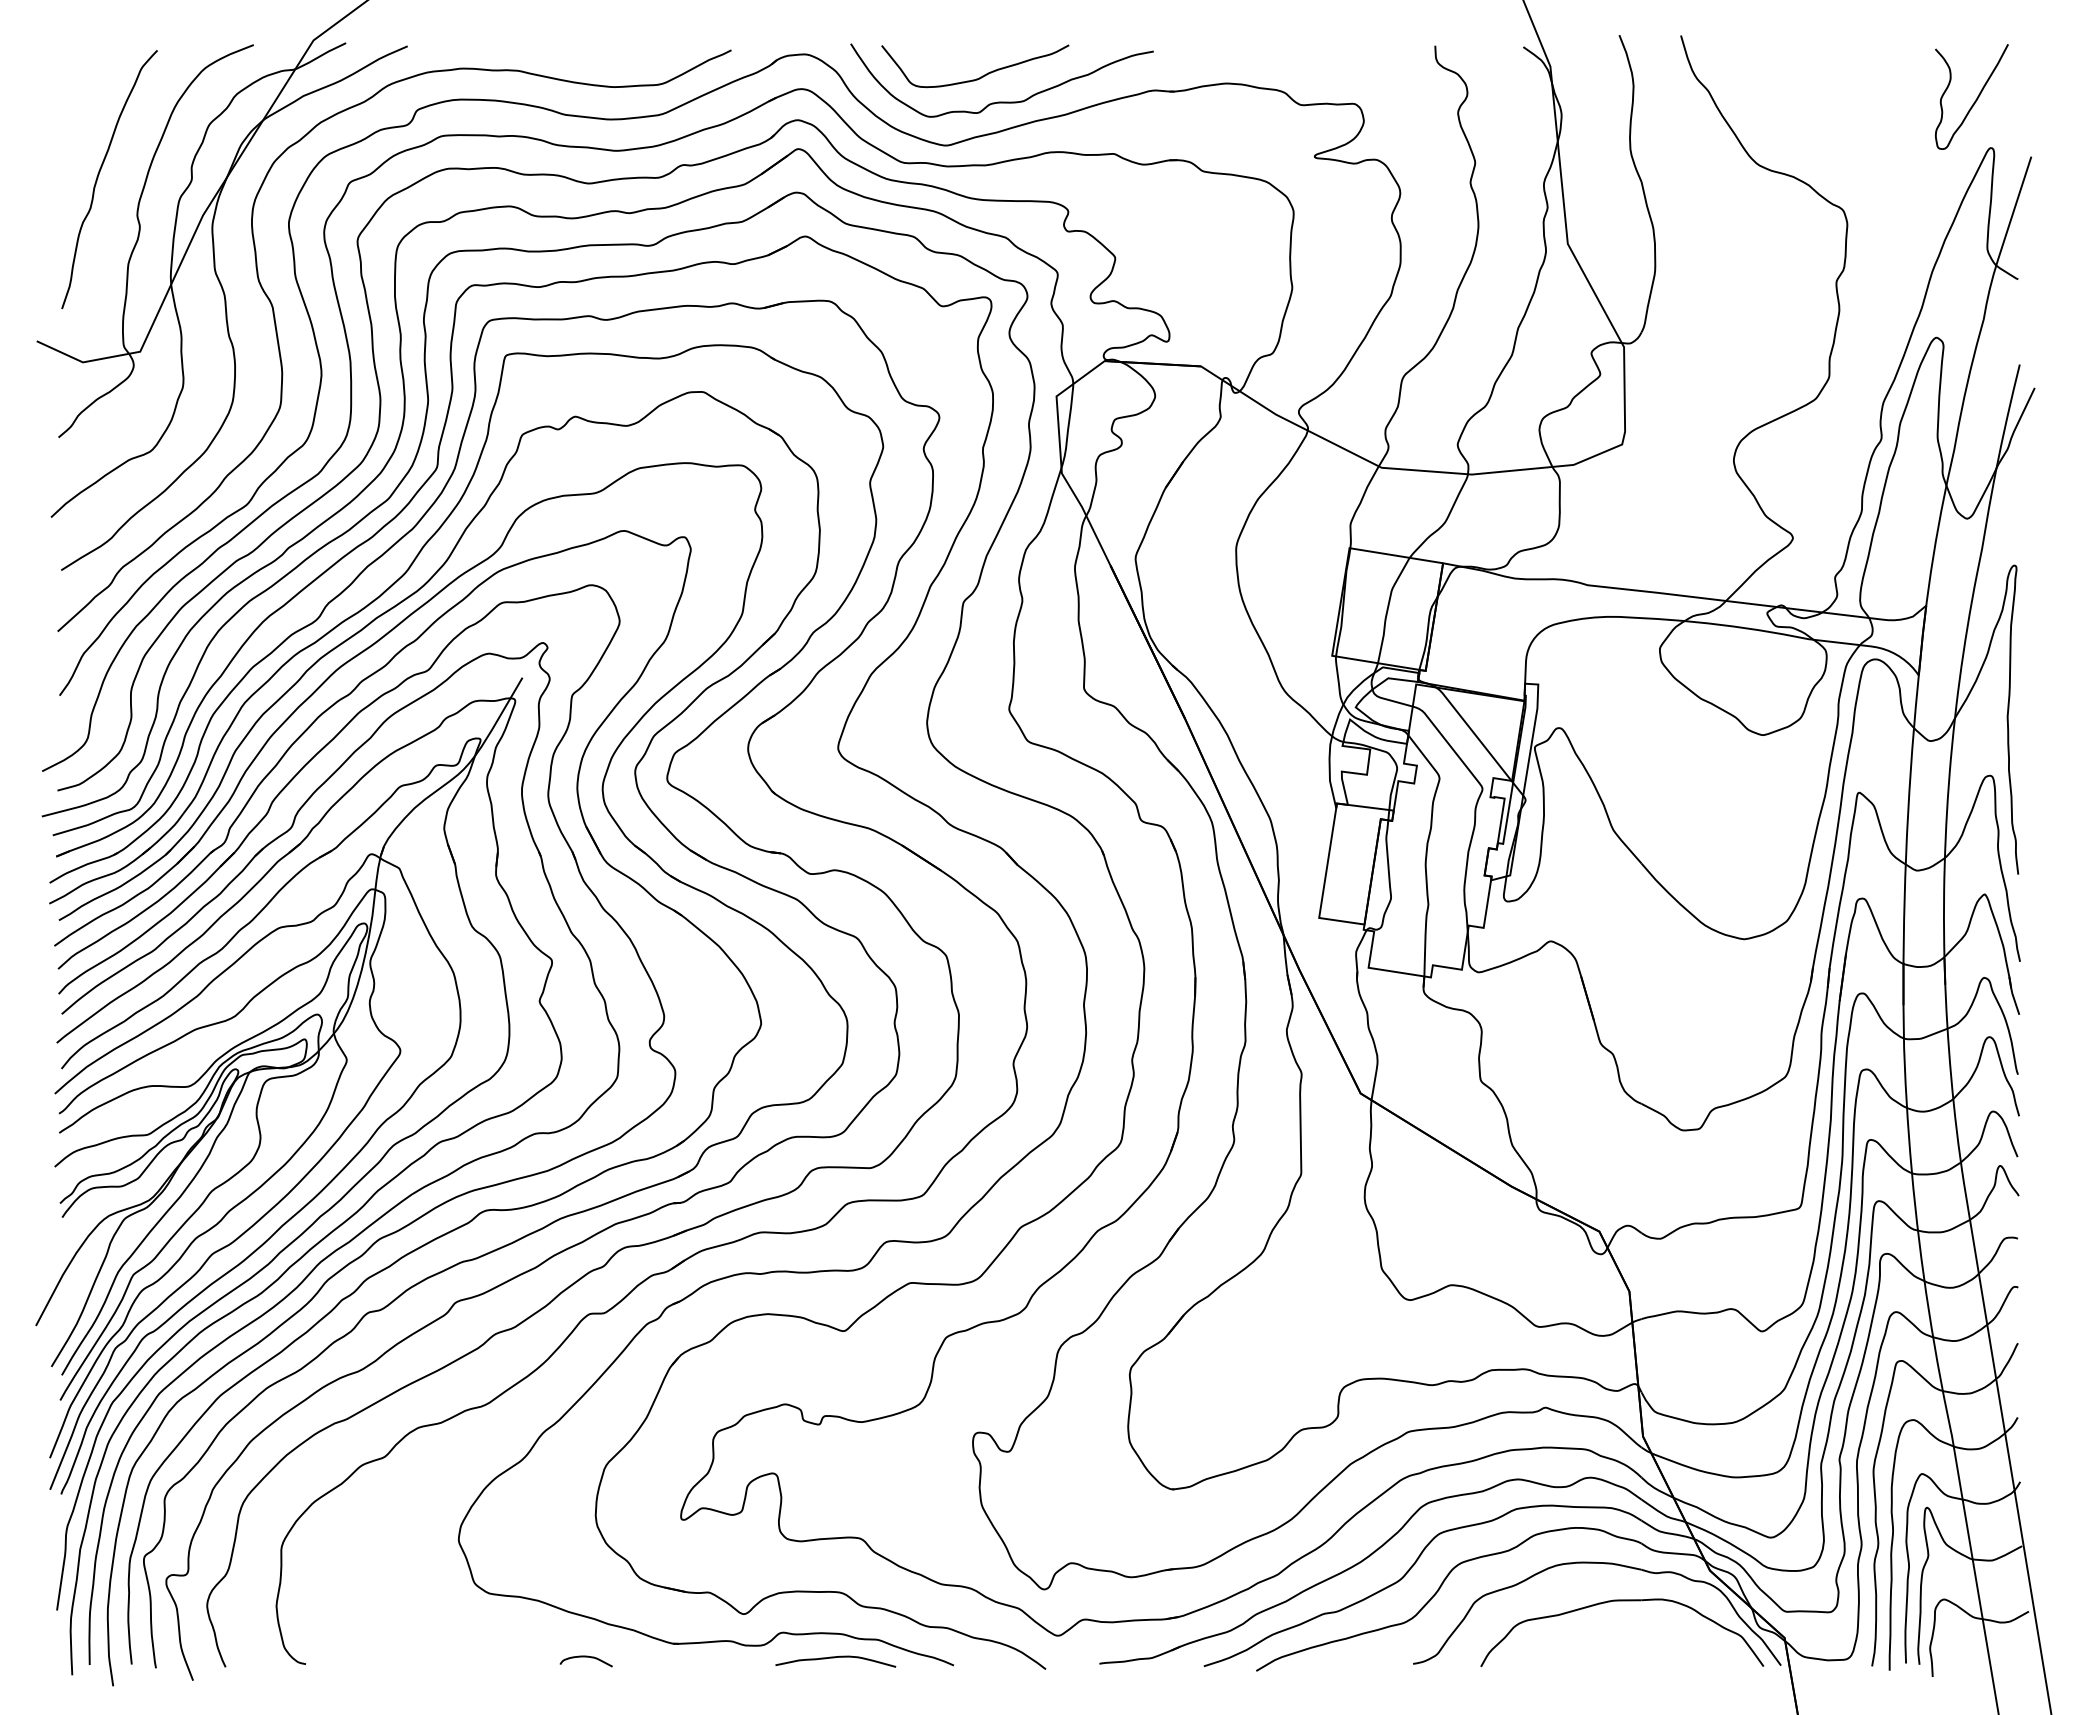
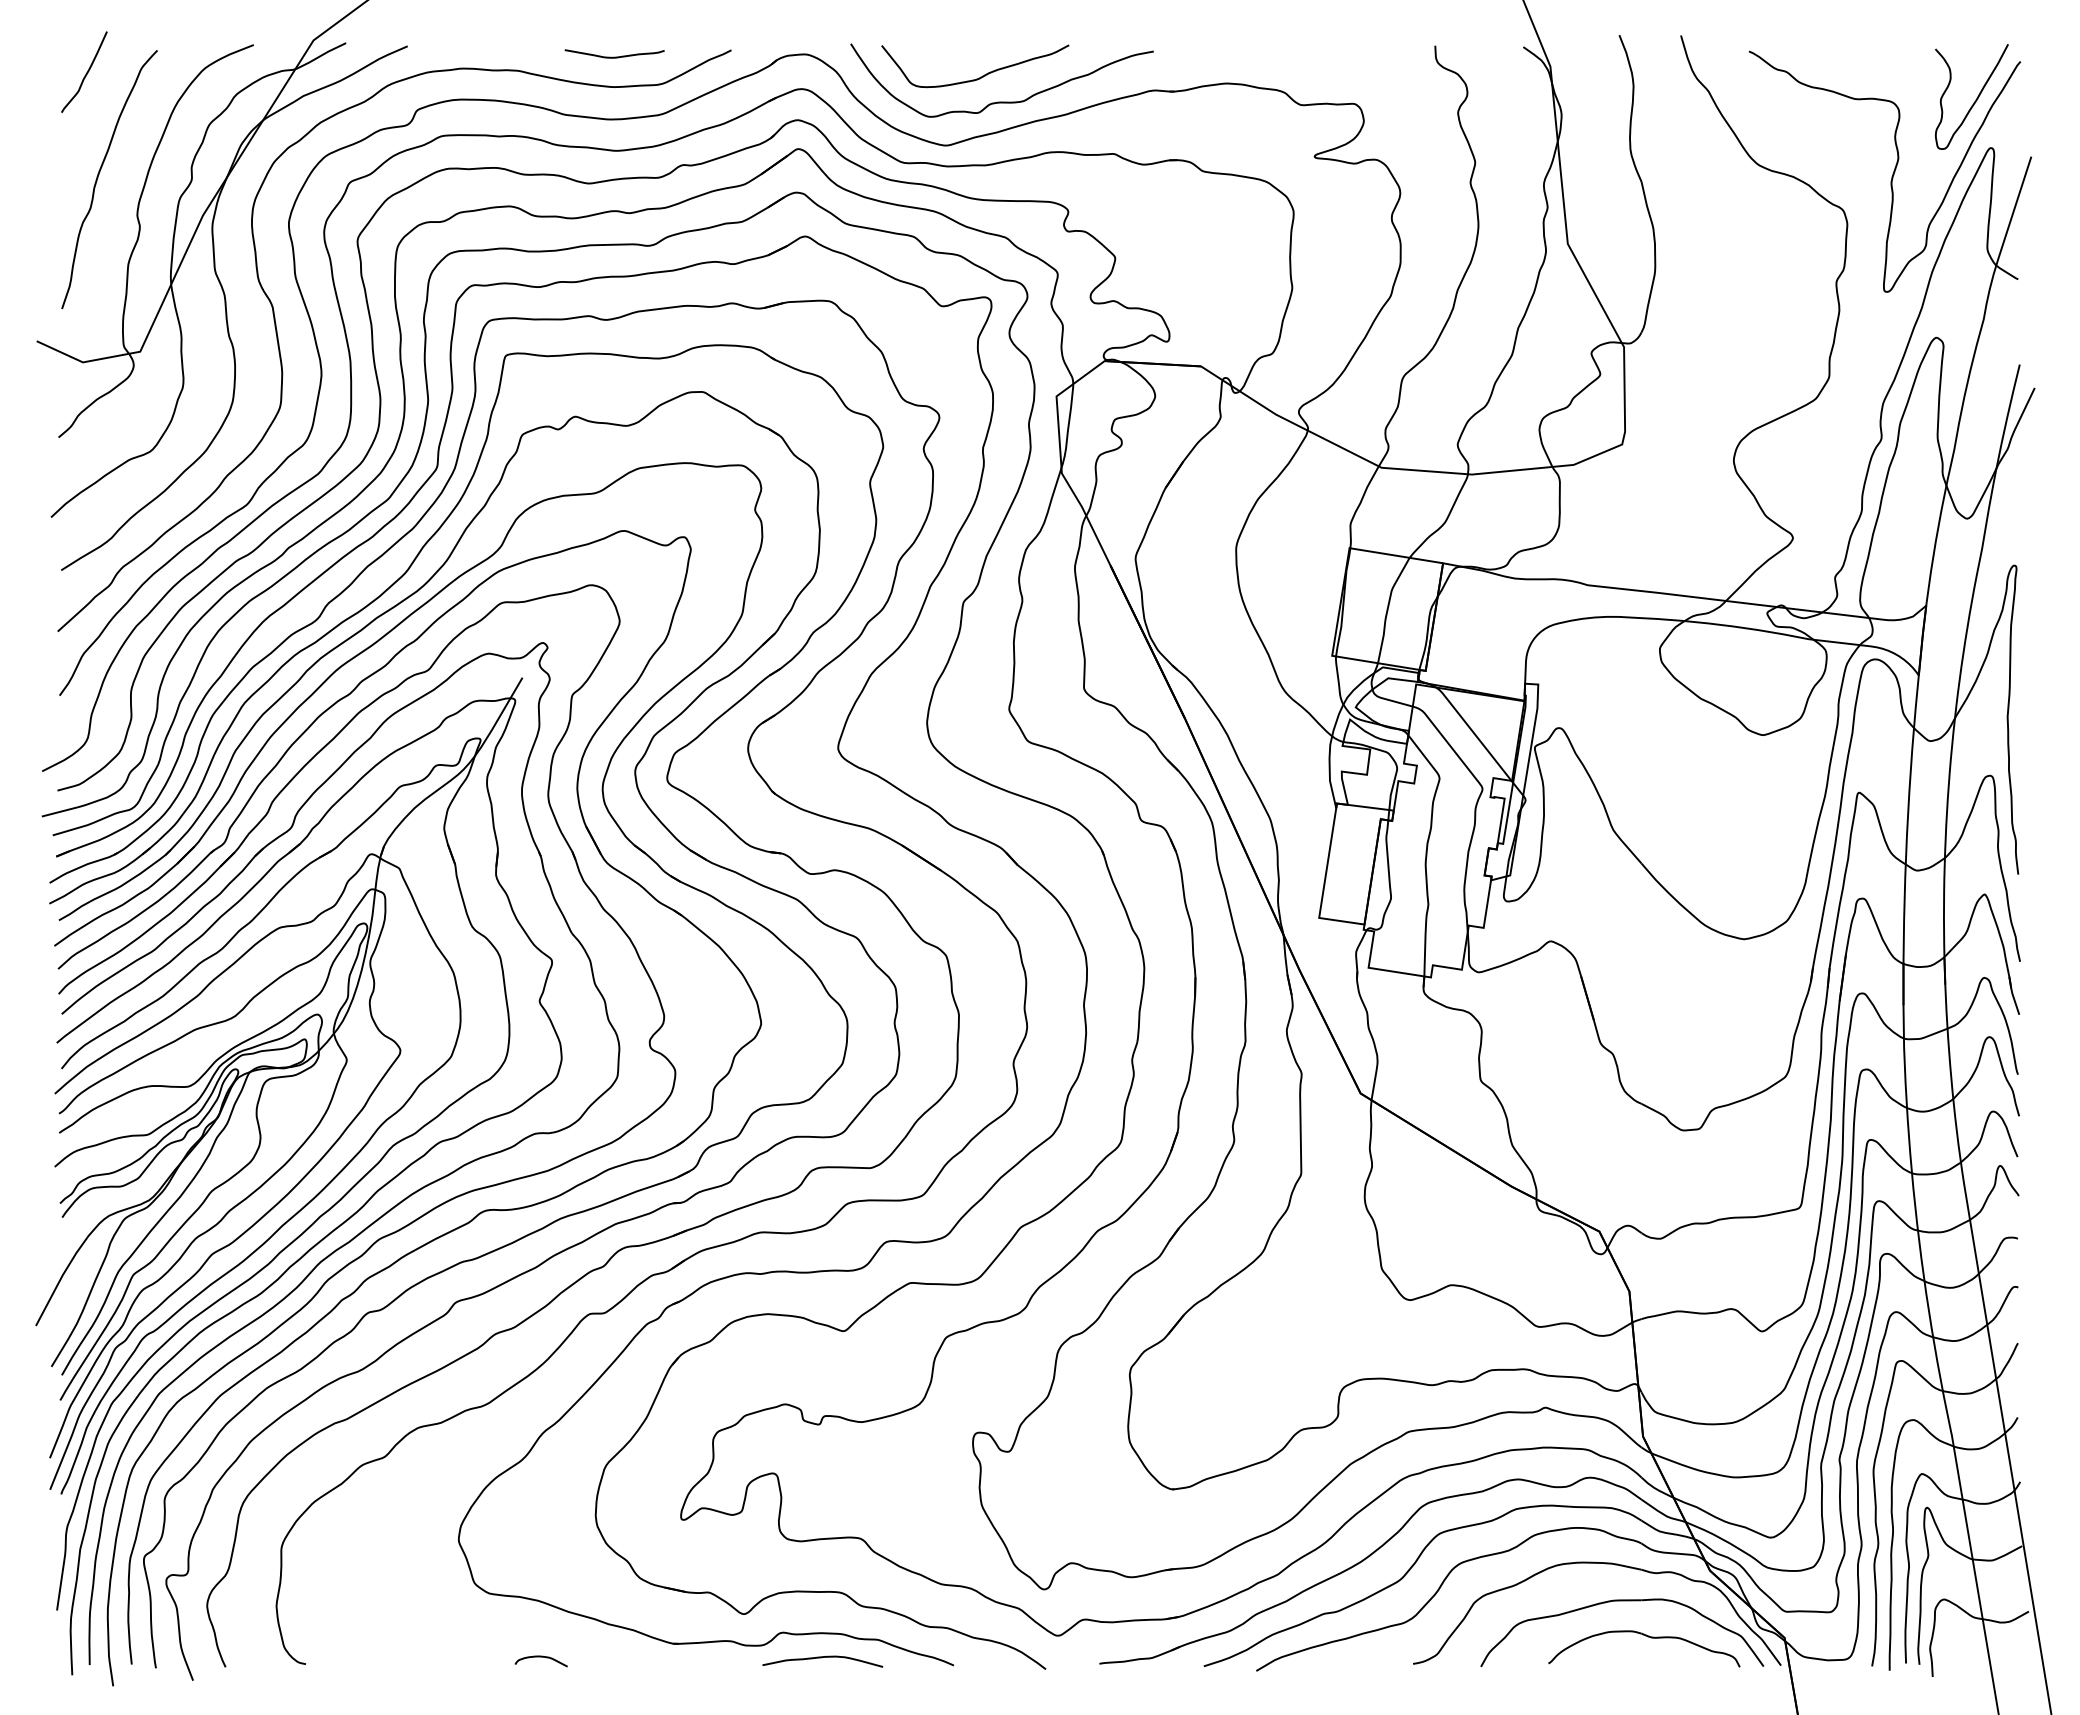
curve at (614, 56): none -> present
curve at (86, 72): none -> present
curve at (1892, 173): none -> present
part at (1648, 1637): none -> present
curve at (585, 1657) position: (585, 1657) -> (540, 1657)
curve at (835, 1658) position: (835, 1658) -> (822, 1658)
